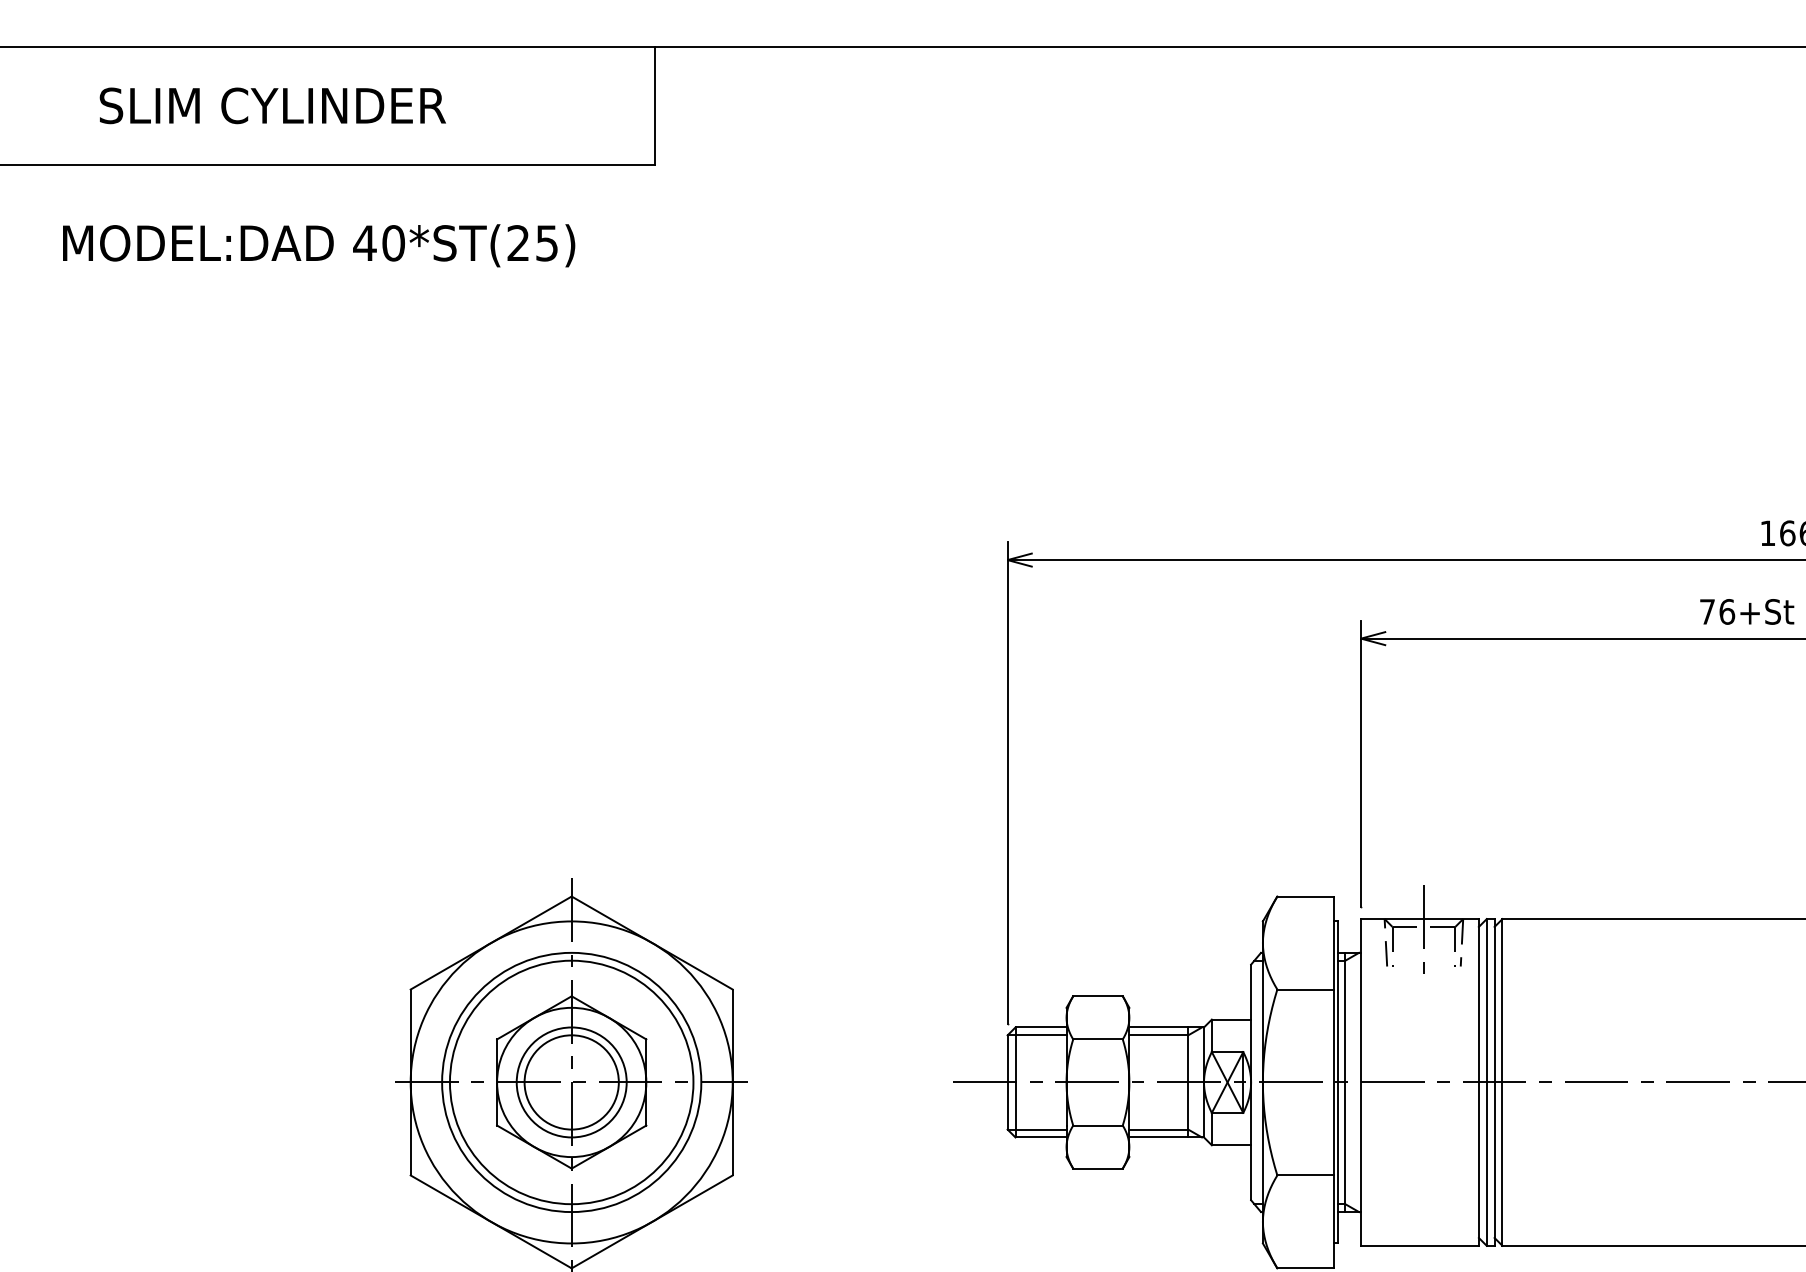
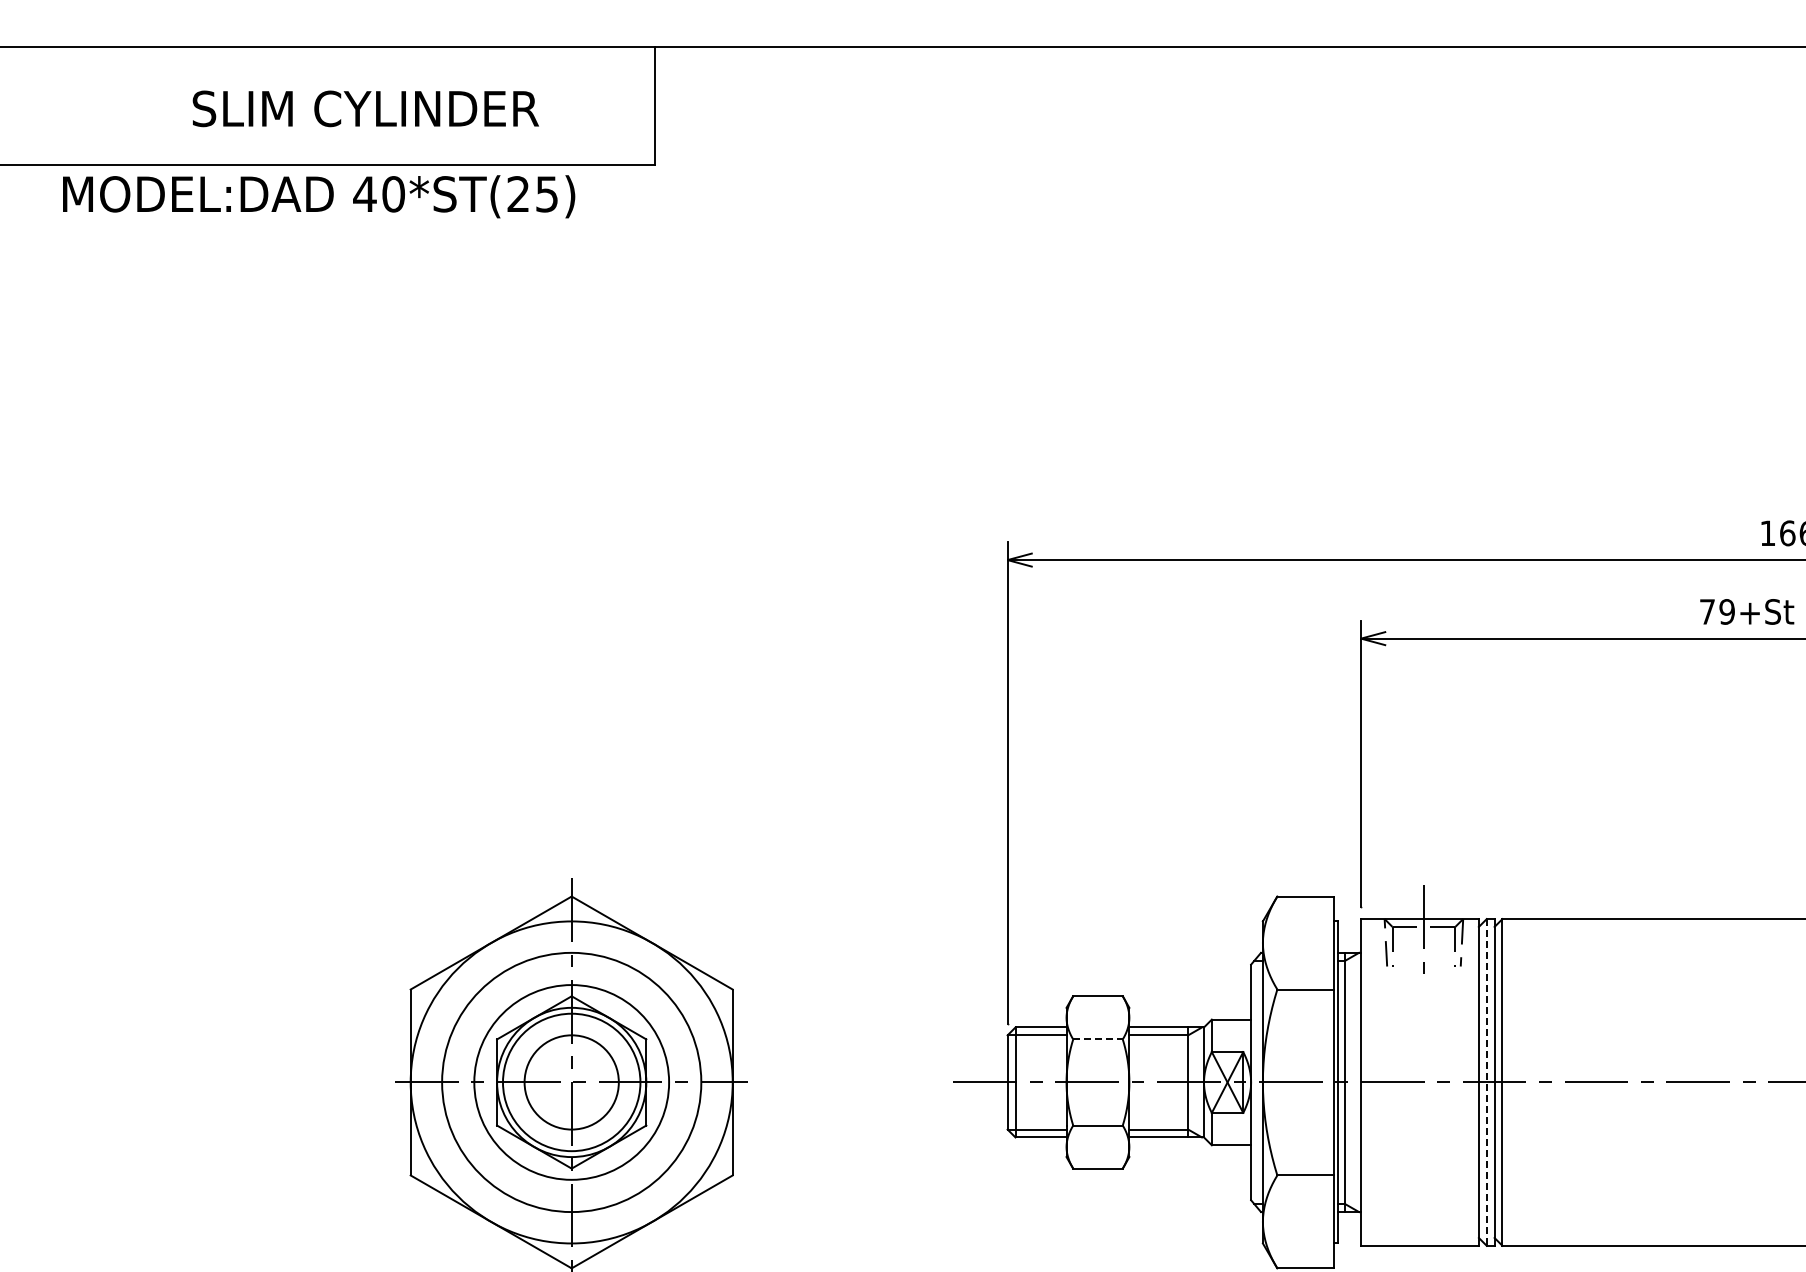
text at (272, 105) position: (272, 105) -> (365, 108)
text at (319, 245) position: (319, 245) -> (319, 196)
text at (1727, 611): 76+St -> 79+St
line at (1098, 1039): solid -> dashed
circle at (571, 1082) diameter: 110 px -> 137 px
circle at (571, 1082) diameter: 243 px -> 195 px
line at (1486, 1082): solid -> dashed
